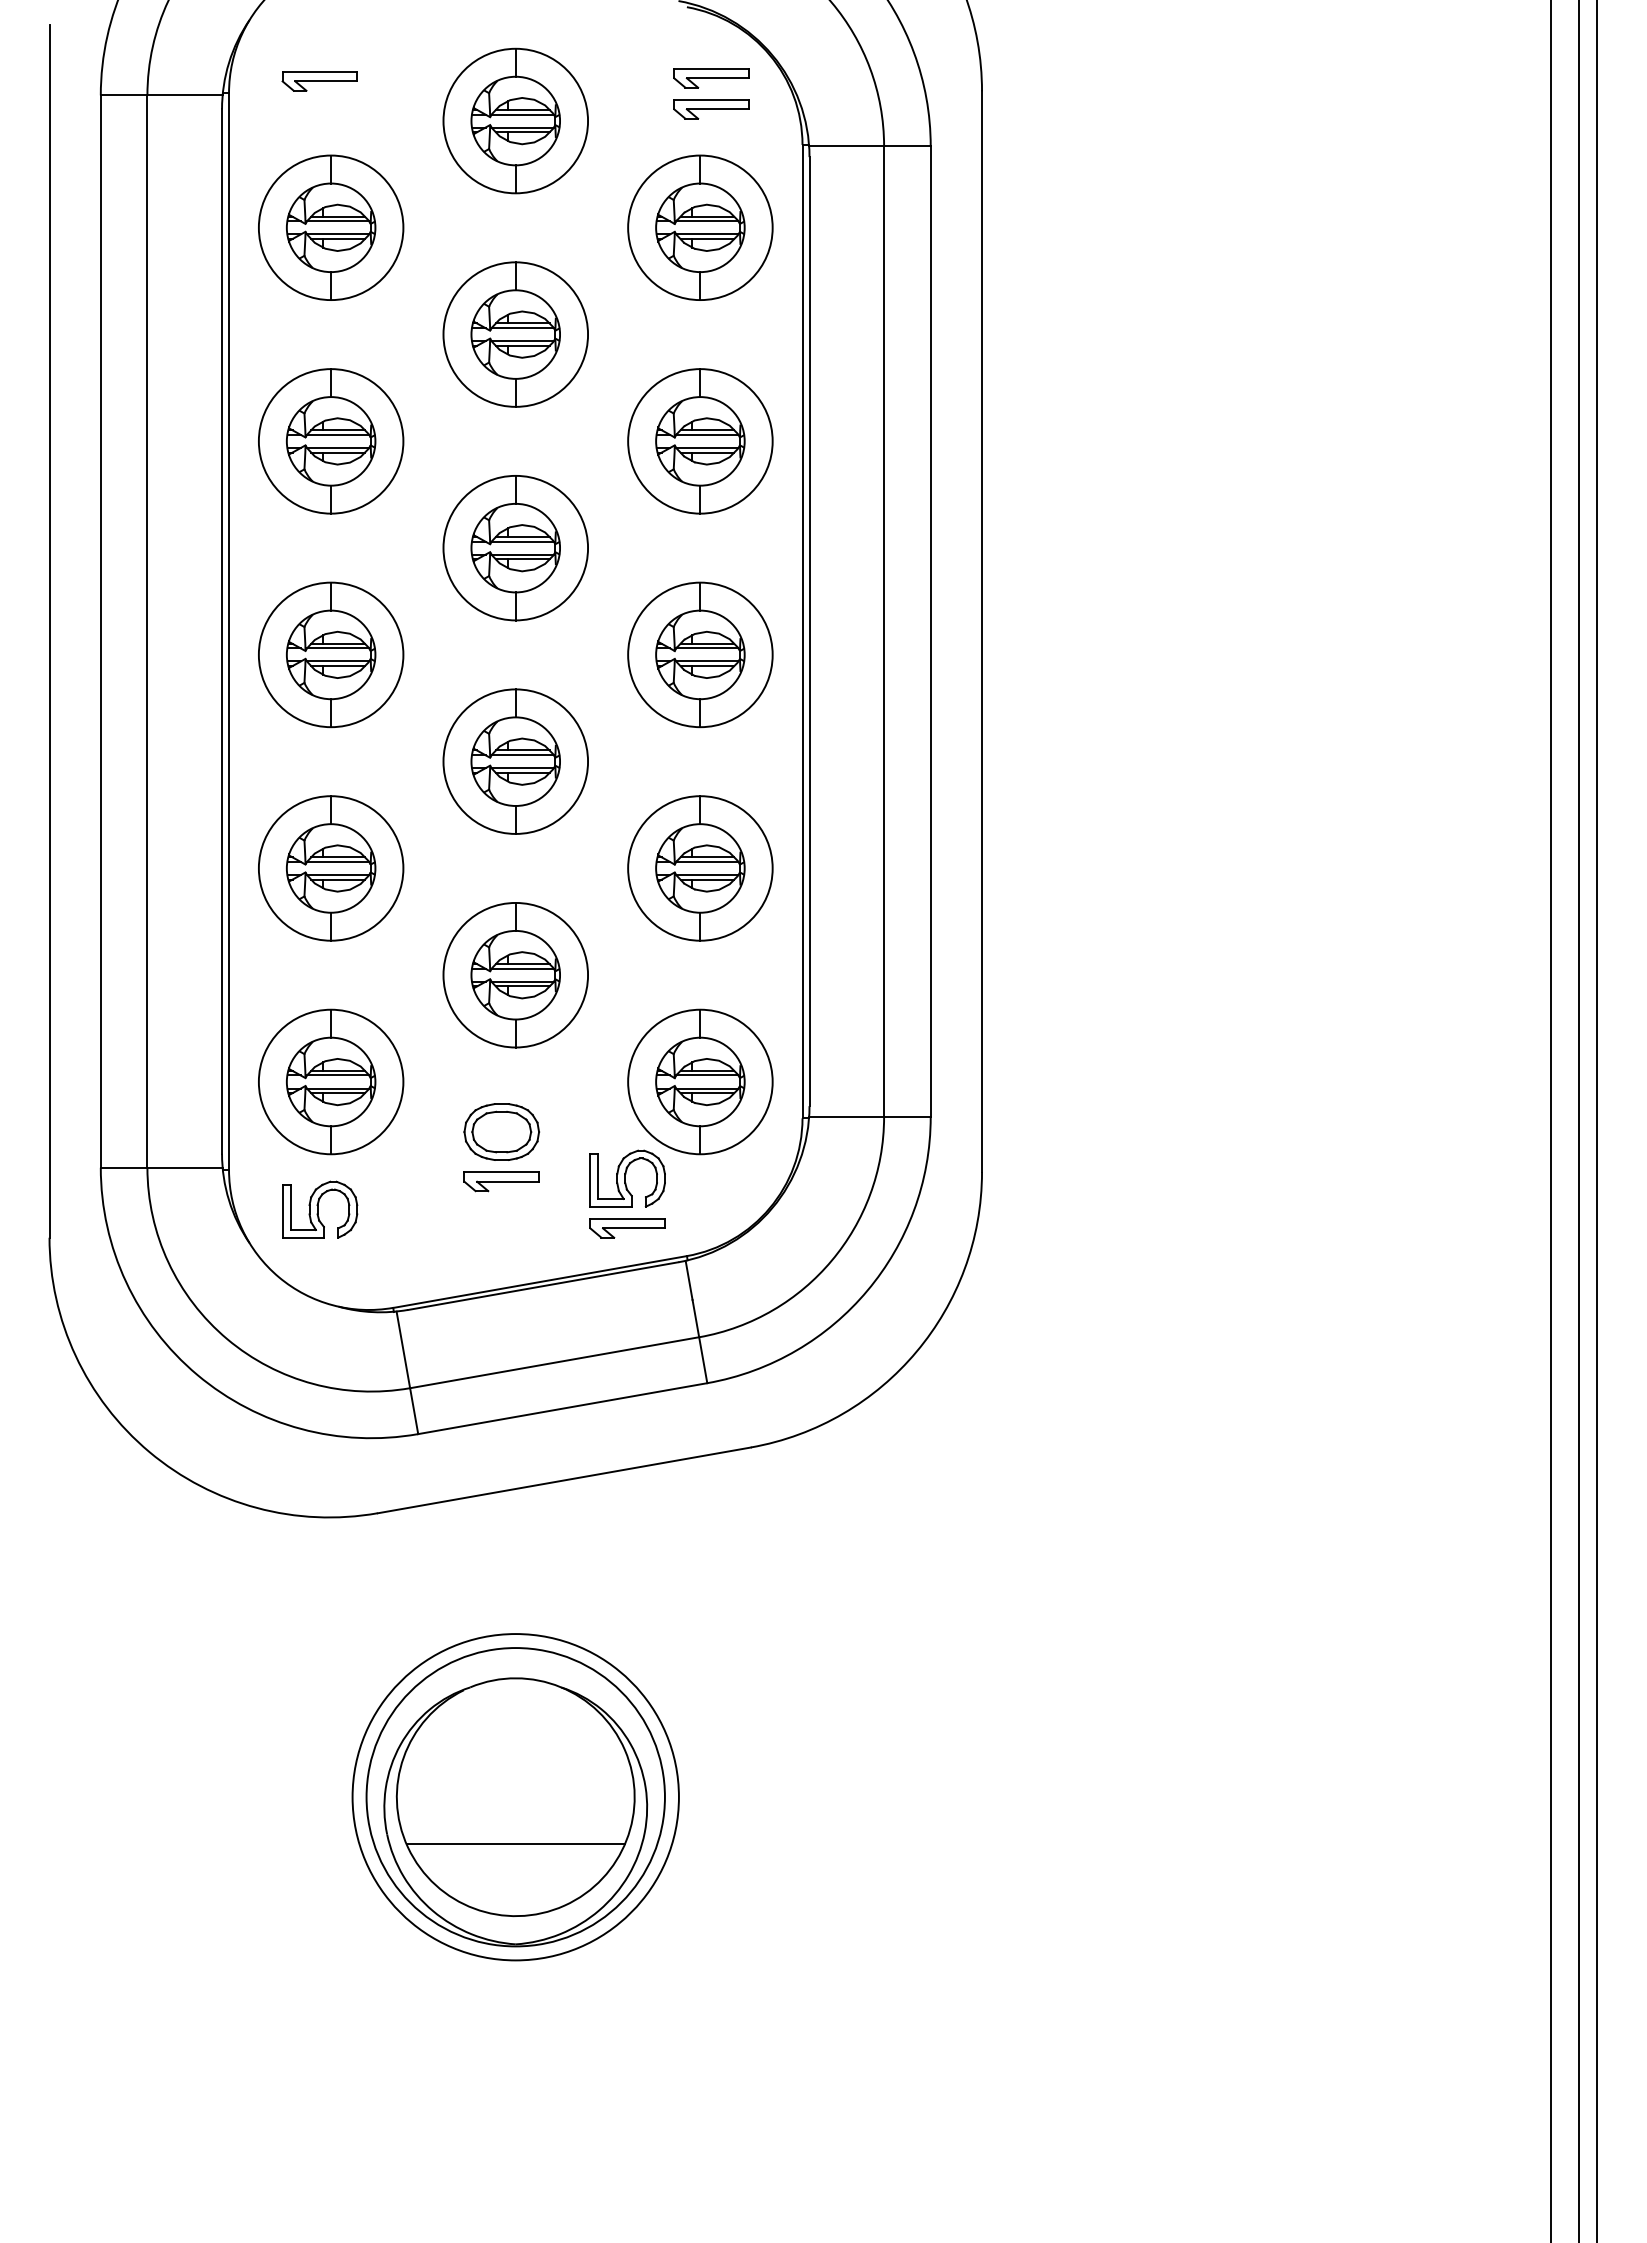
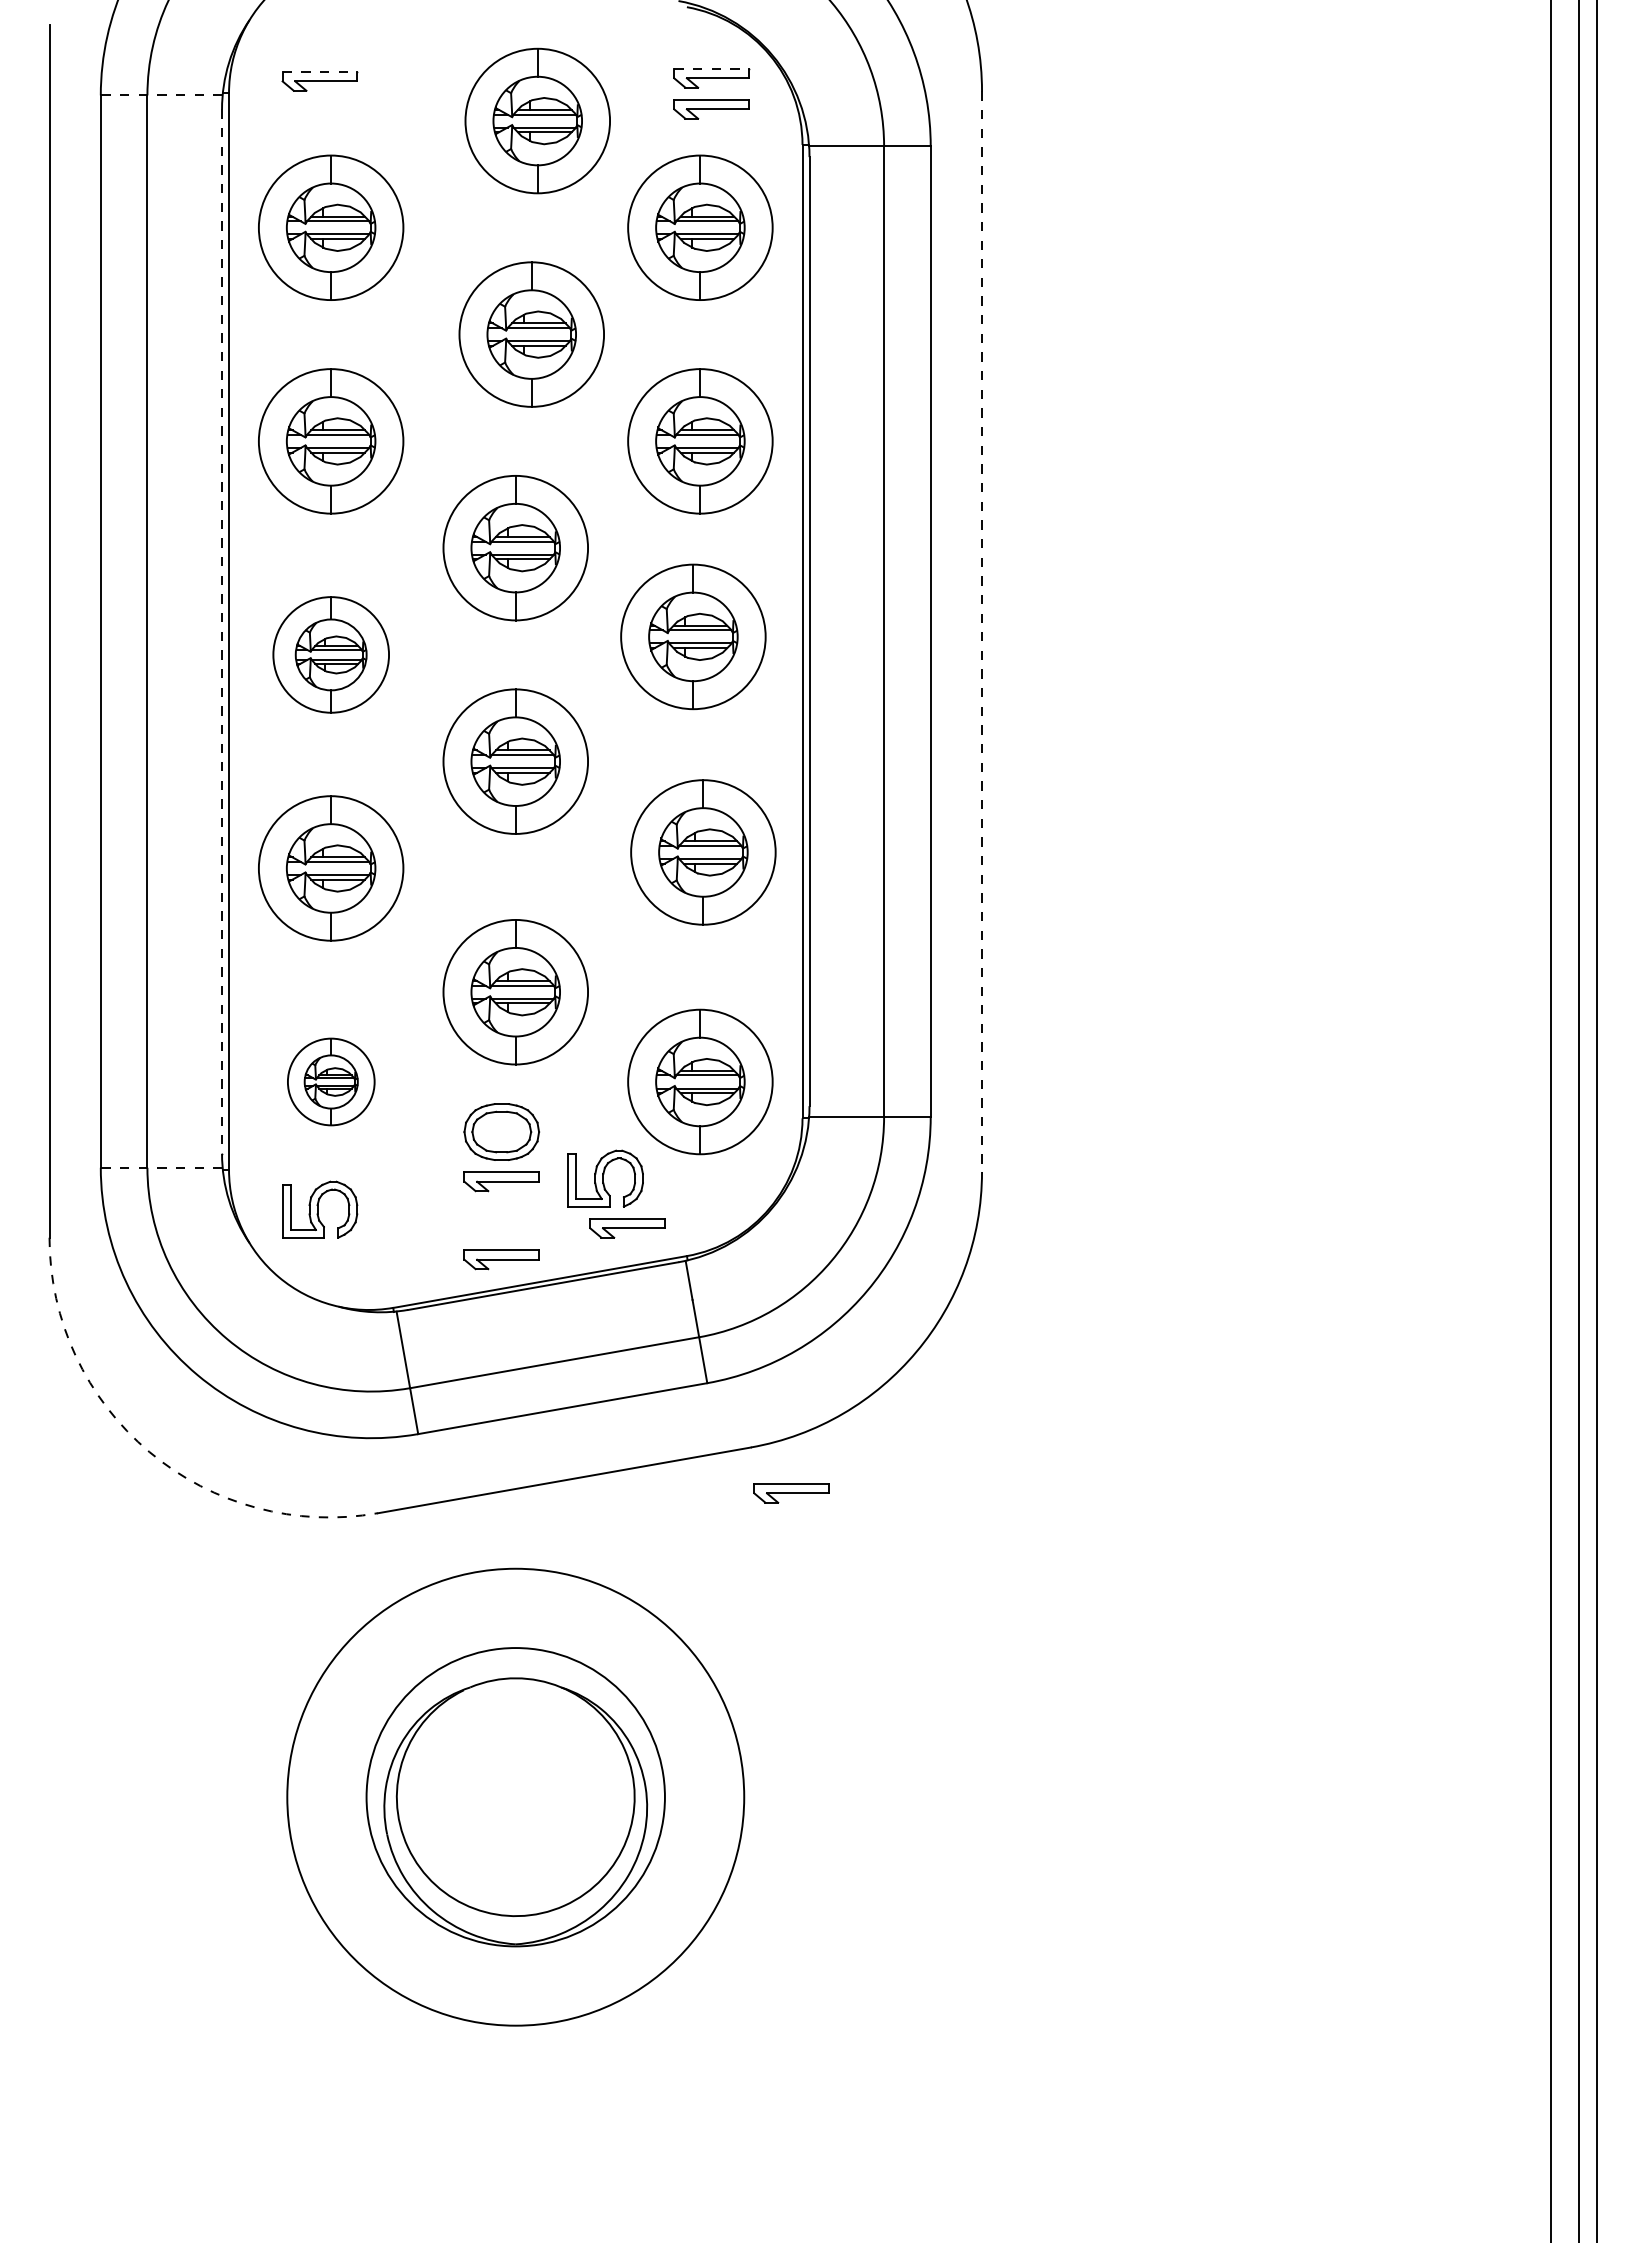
line at (712, 69): solid -> dashed
line at (320, 72): solid -> dashed
line at (161, 95): solid -> dashed
part at (515, 120) position: (515, 120) -> (537, 120)
part at (515, 334) position: (515, 334) -> (531, 334)
line at (222, 632): solid -> dashed
line at (982, 632): solid -> dashed
part at (331, 654) size: 147x148 px -> 118x118 px
part at (700, 654) position: (700, 654) -> (693, 636)
part at (700, 868) position: (700, 868) -> (703, 852)
part at (515, 975) position: (515, 975) -> (515, 992)
part at (331, 1081) size: 147x148 px -> 89x90 px
line at (161, 1167): solid -> dashed
part at (627, 1178) position: (627, 1178) -> (605, 1178)
part at (501, 1259): none -> present
arc at (149, 1452): solid -> dashed
part at (791, 1493): none -> present
circle at (515, 1797) diameter: 326 px -> 457 px
line at (515, 1843): present -> none
